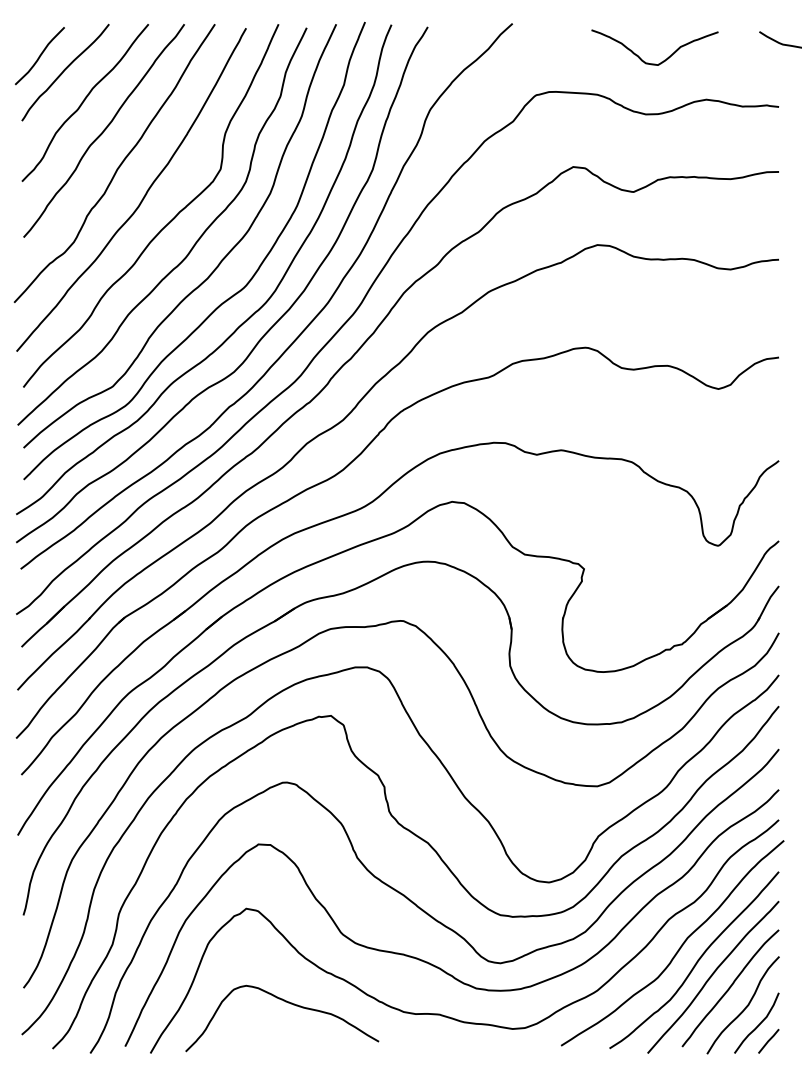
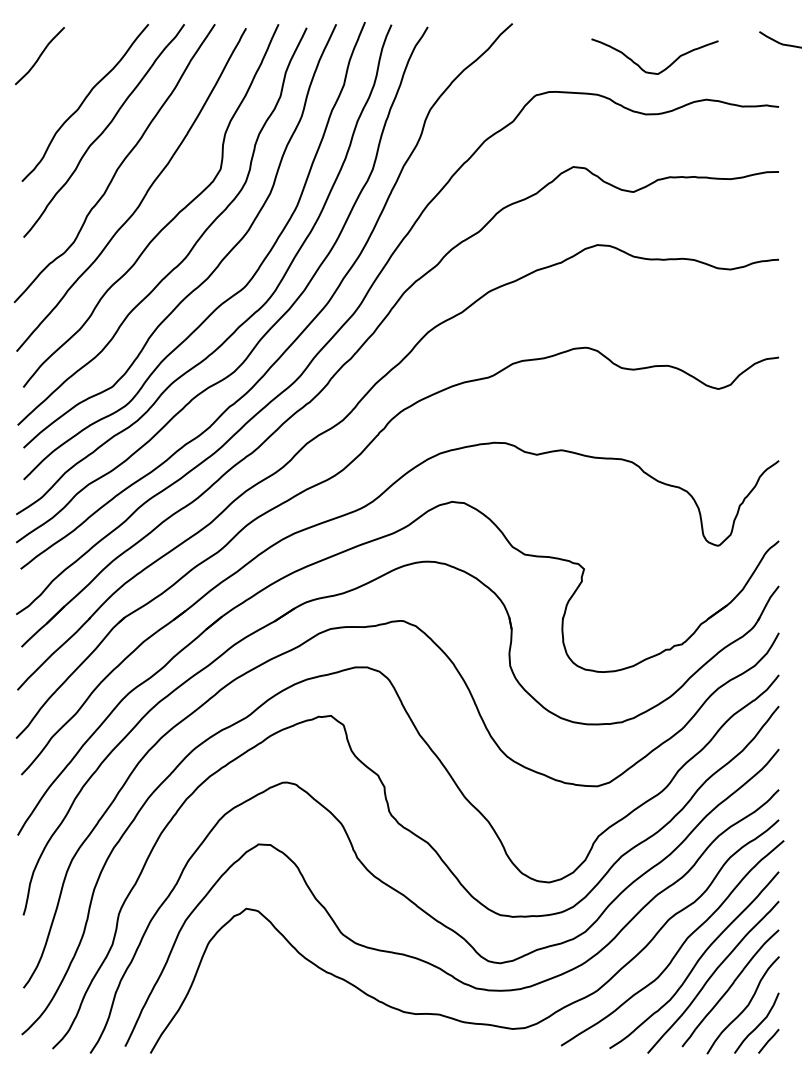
curve at (664, 59) position: (664, 59) -> (664, 68)
curve at (64, 71): present -> none
curve at (290, 1004): present -> none
